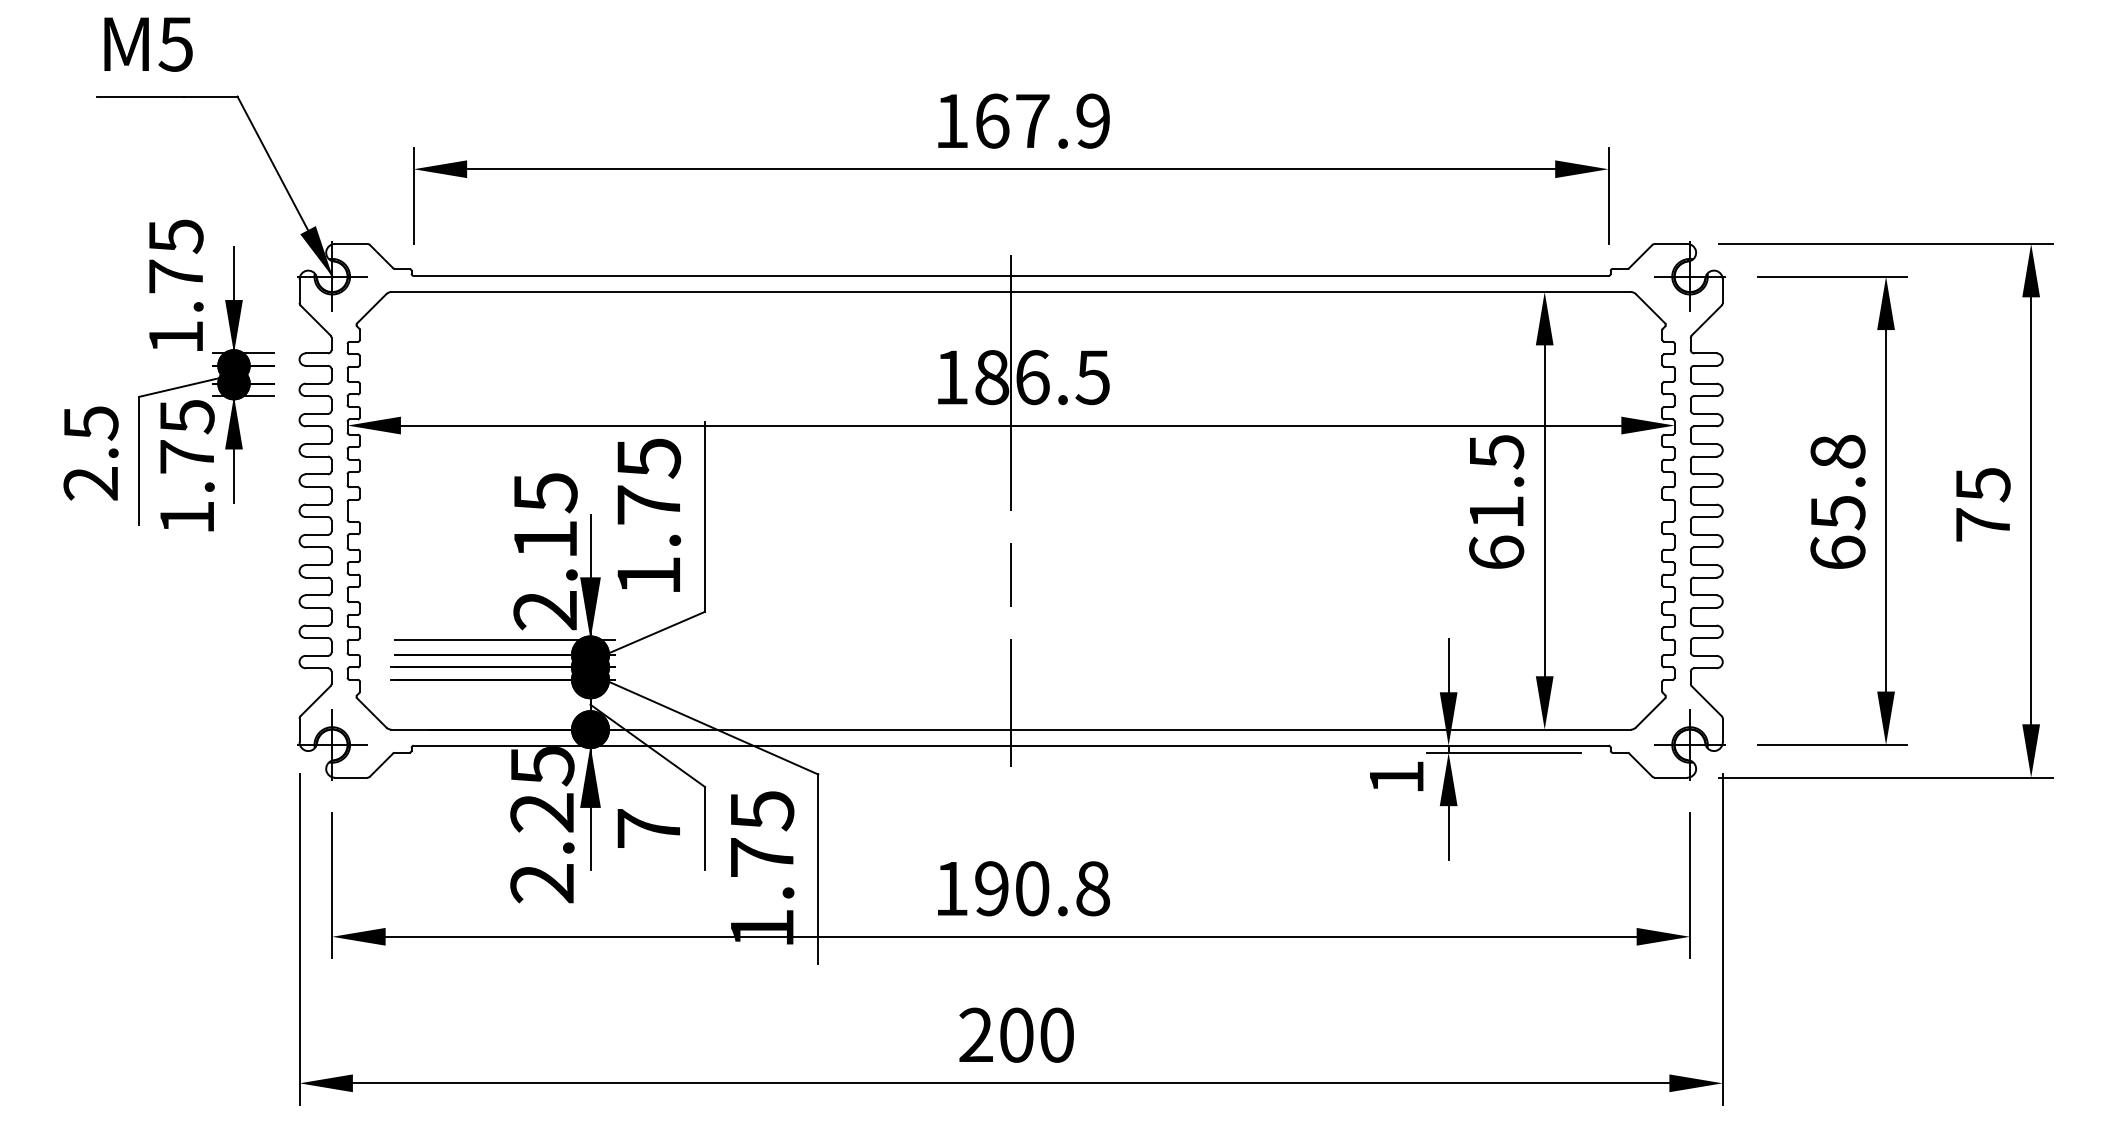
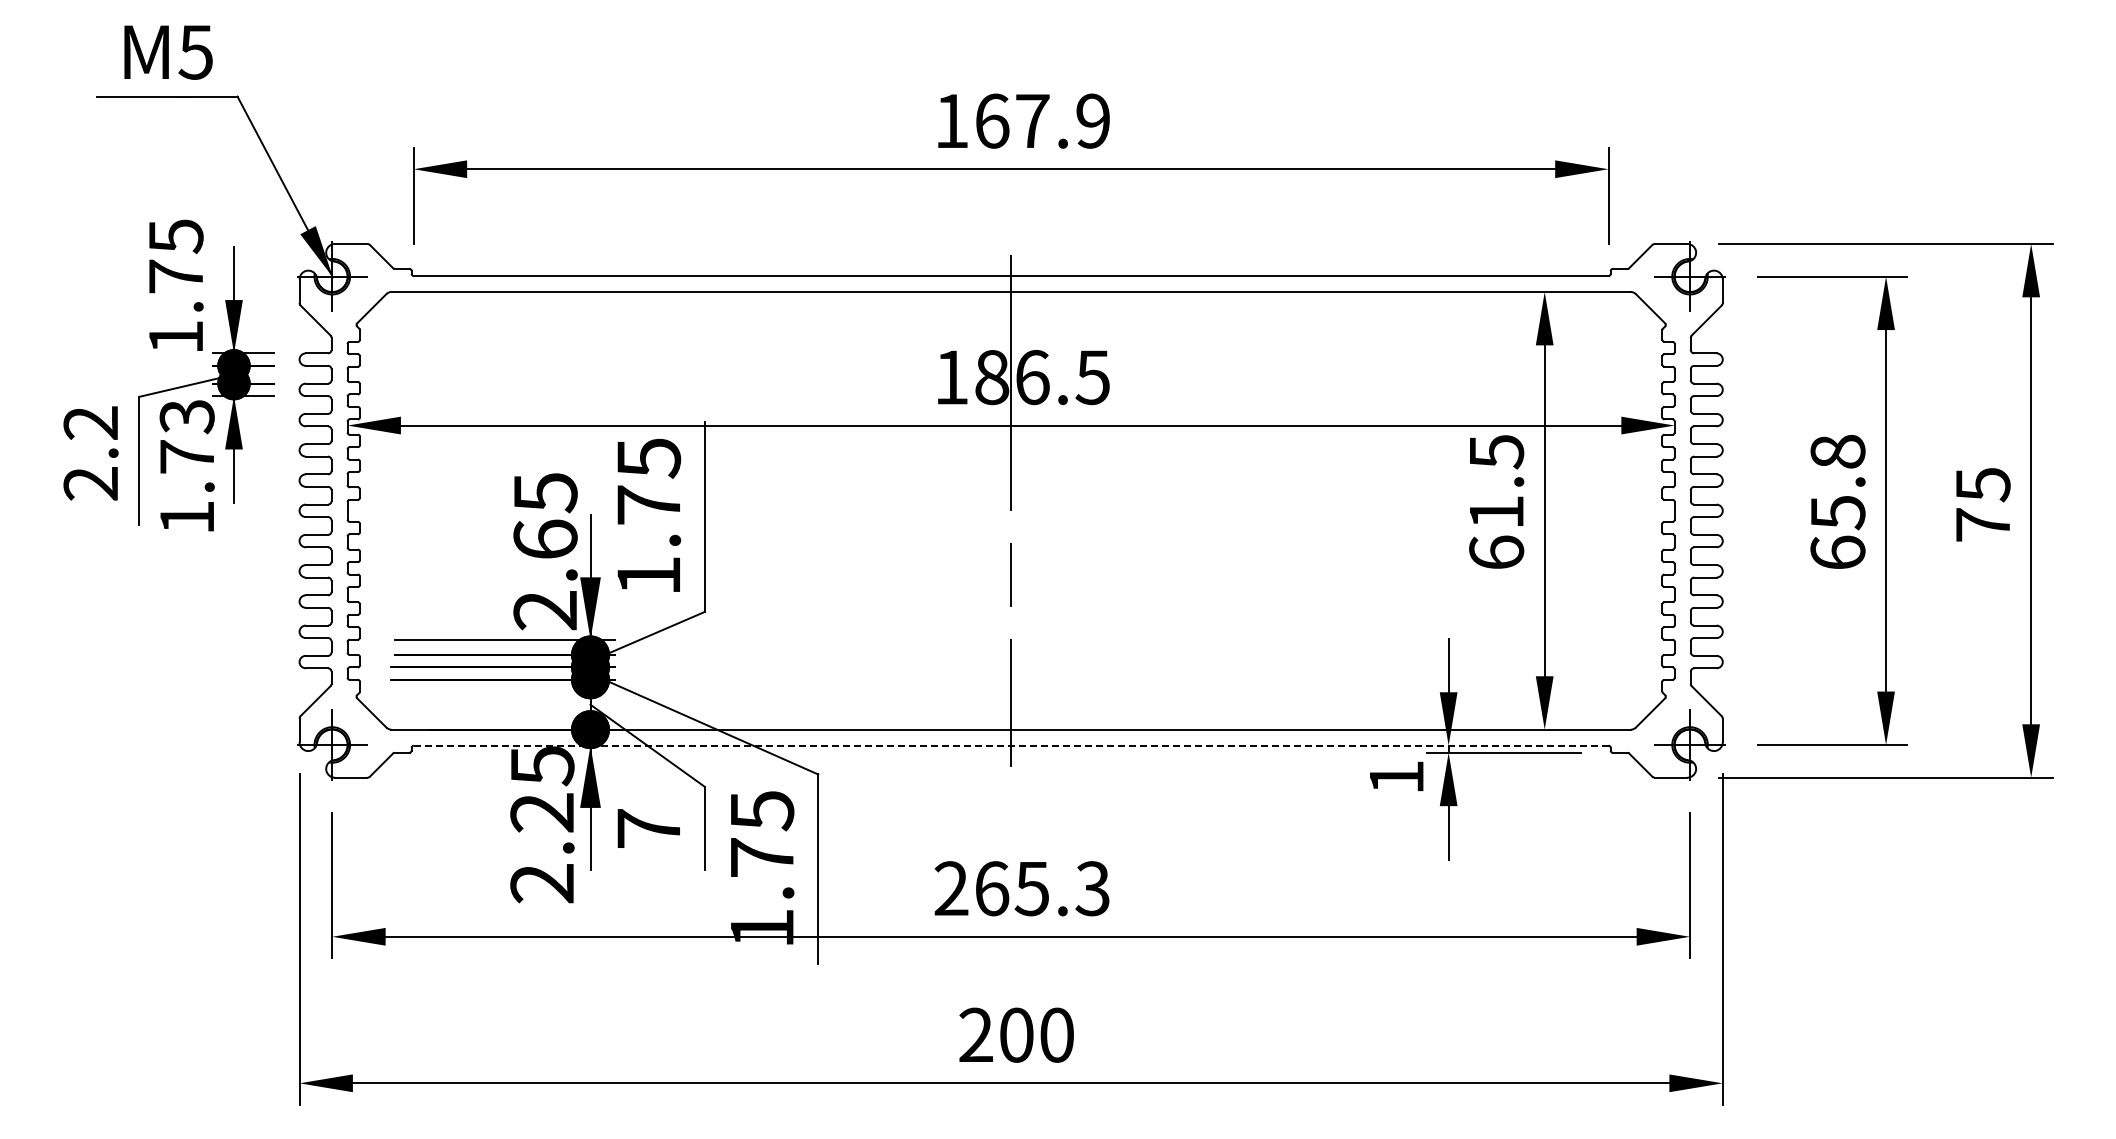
text at (148, 44) position: (148, 44) -> (168, 52)
text at (186, 417): 1.75 -> 1.73
text at (90, 423): 2.5 -> 2.2
text at (545, 538): 2.15 -> 2.65
line at (1011, 745): solid -> dashed
text at (1022, 888): 190.8 -> 265.3
